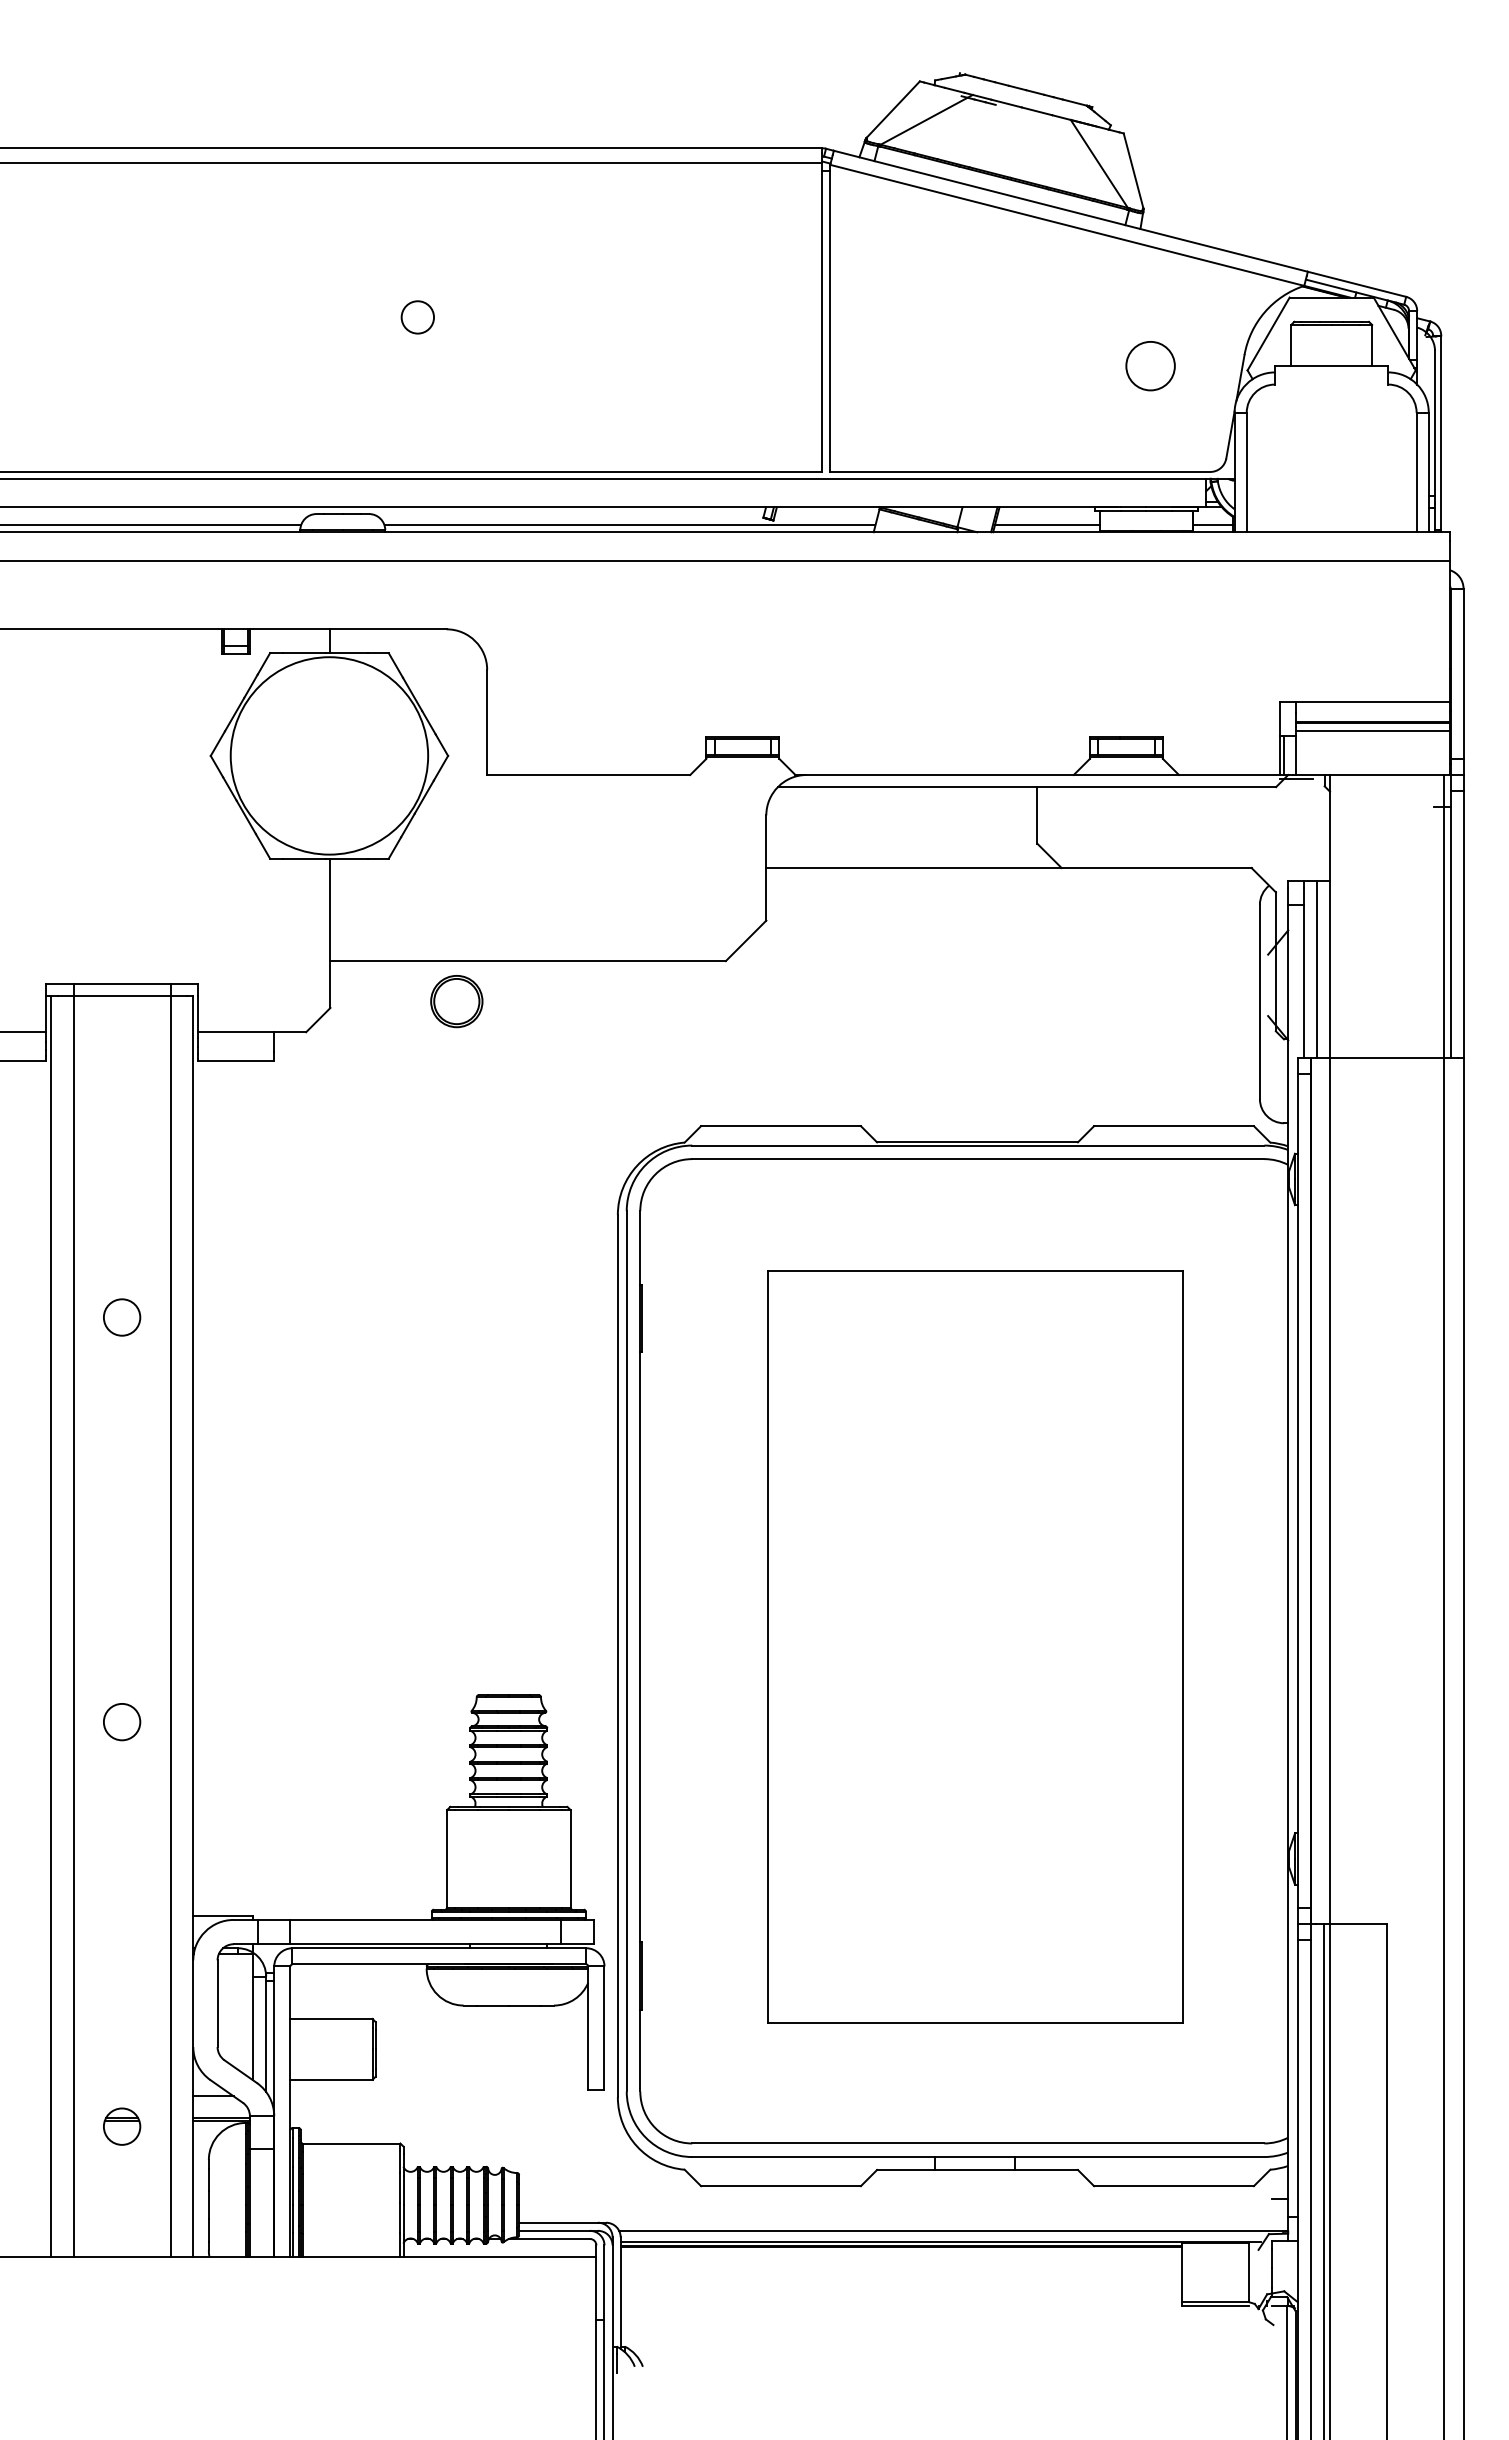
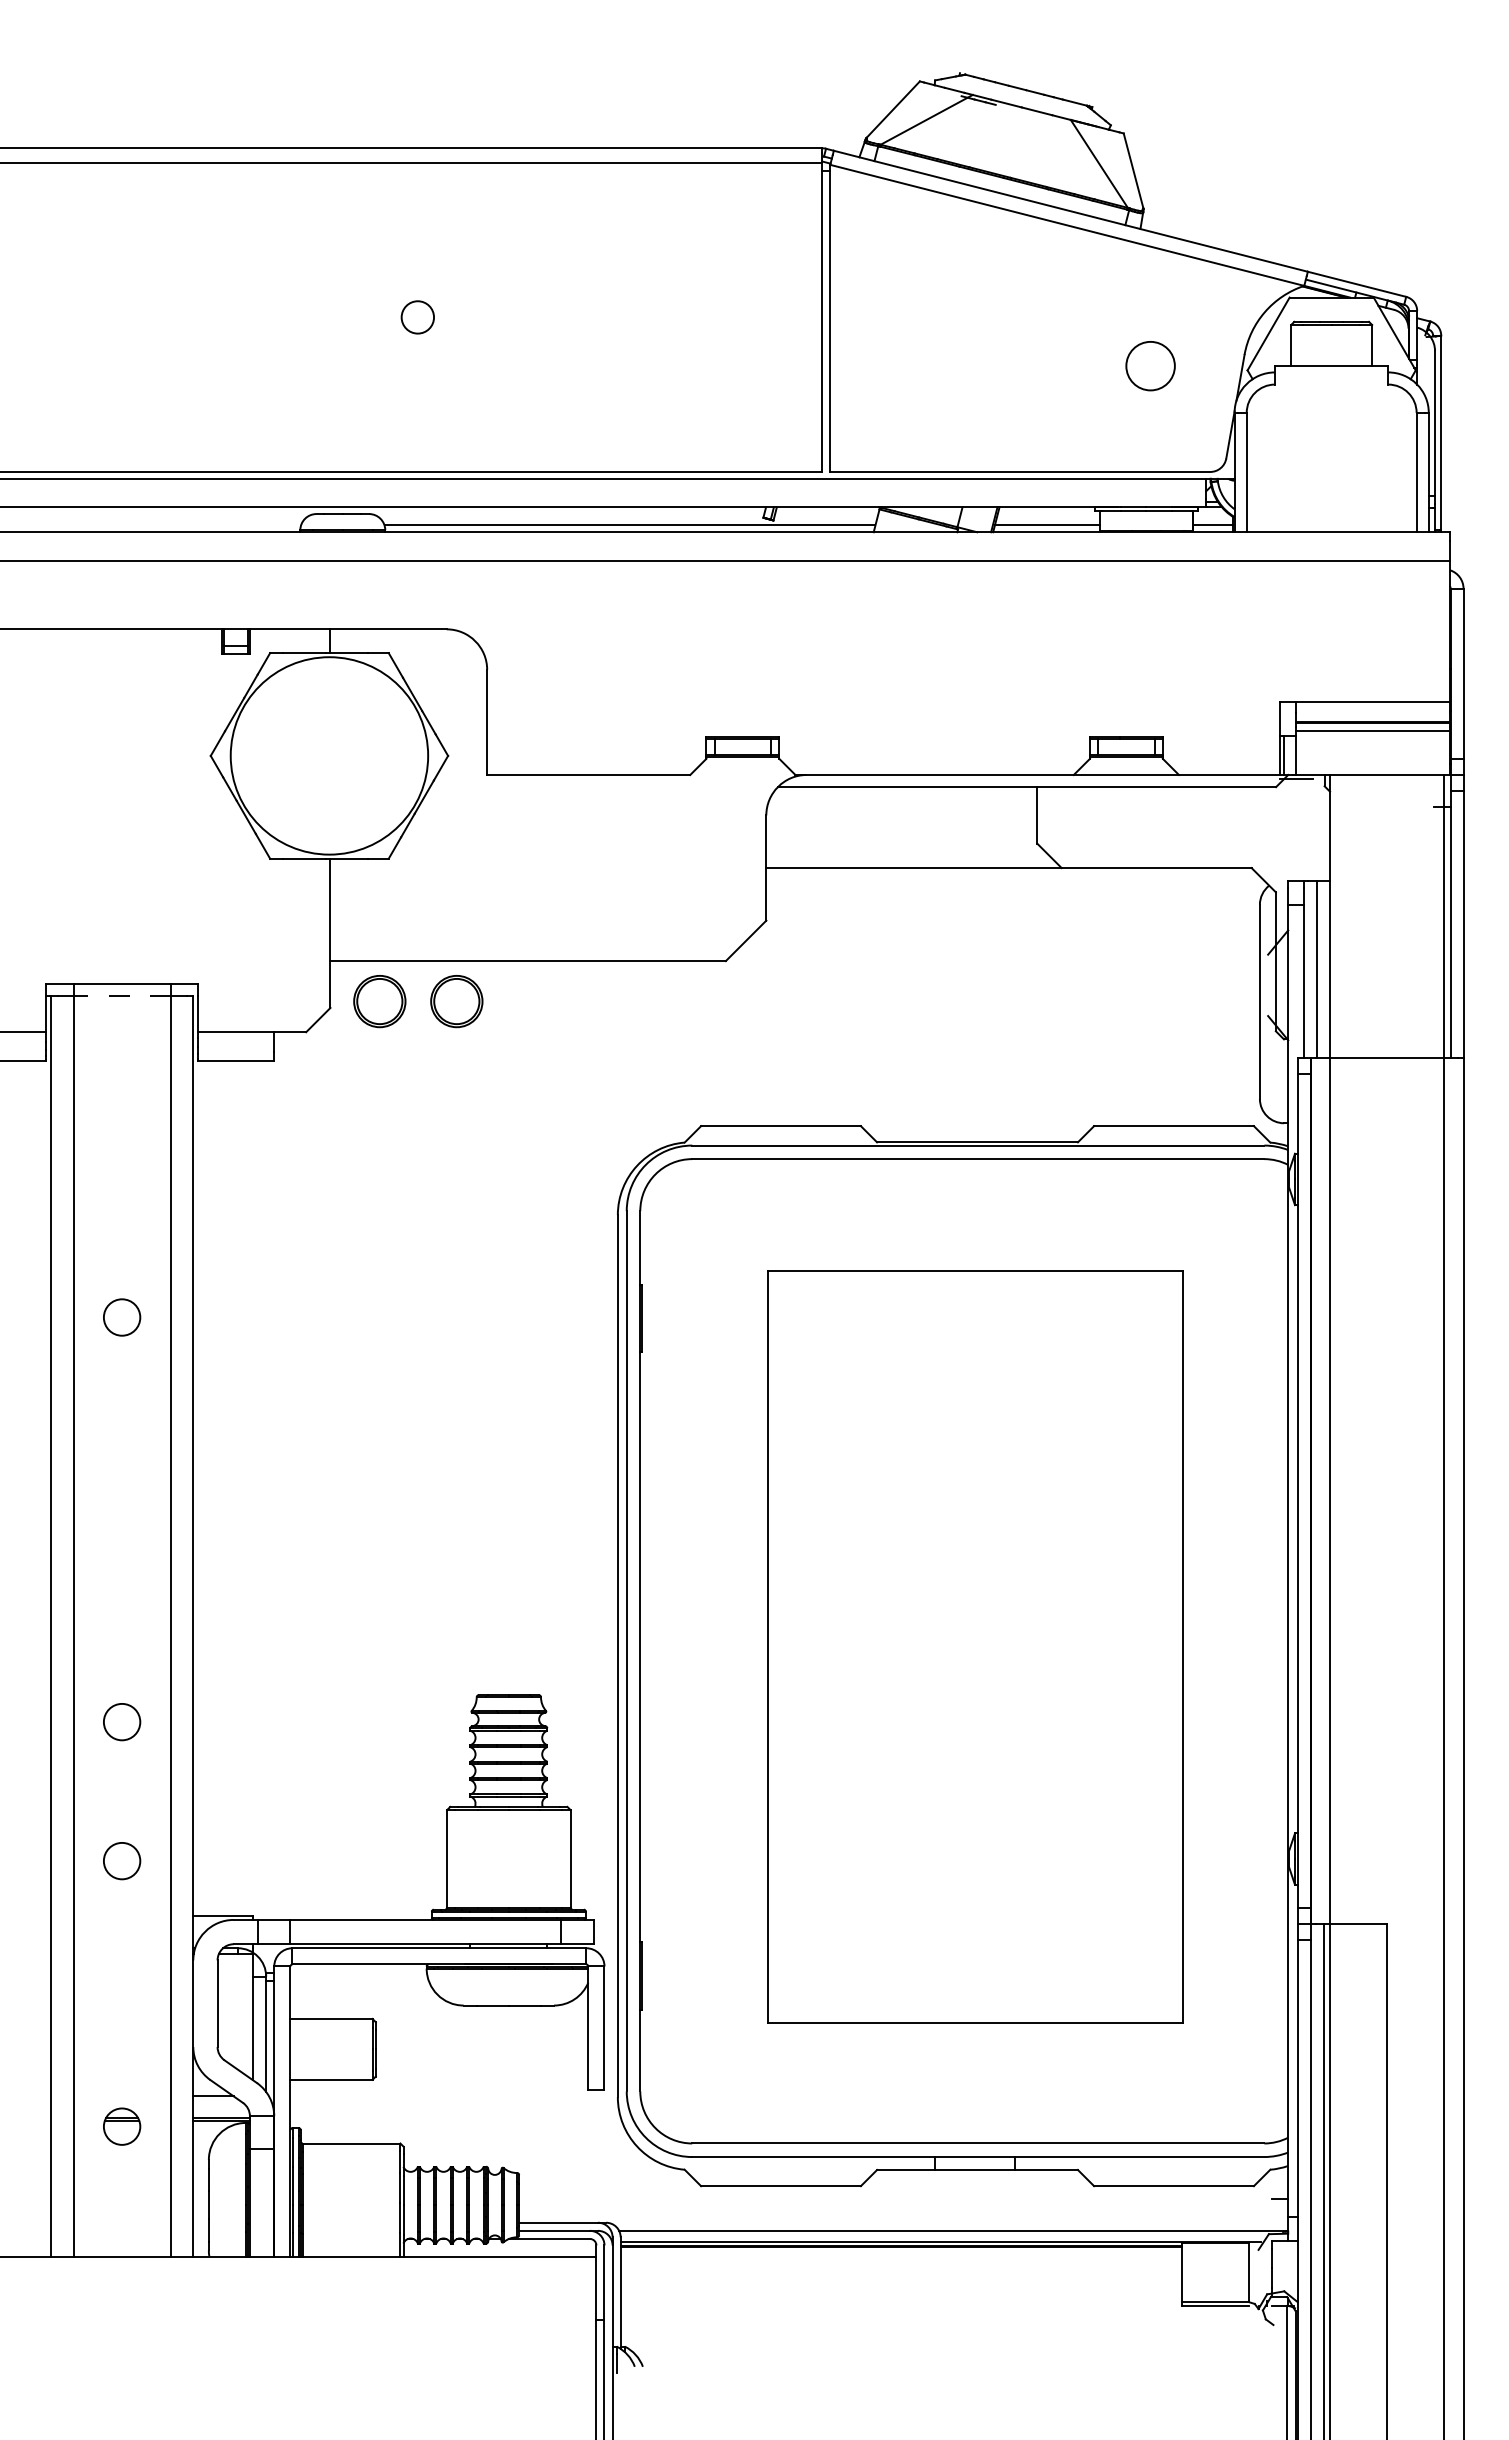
line at (151, 525): present -> none
line at (122, 995): solid -> dashed
part at (379, 1001): none -> present
circle at (122, 1861): none -> present
